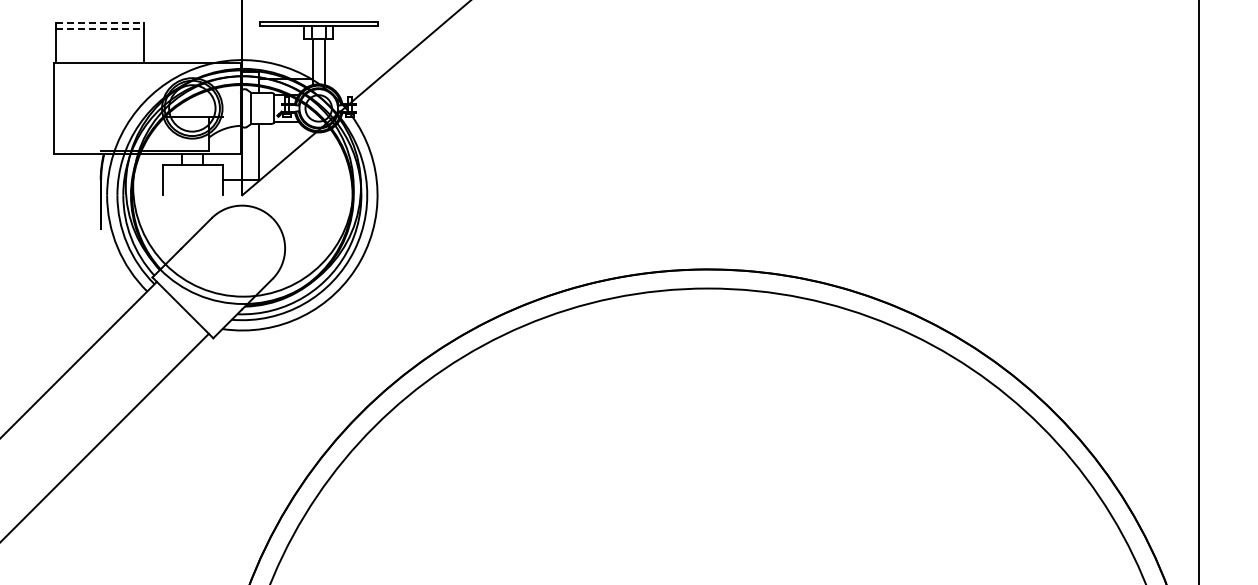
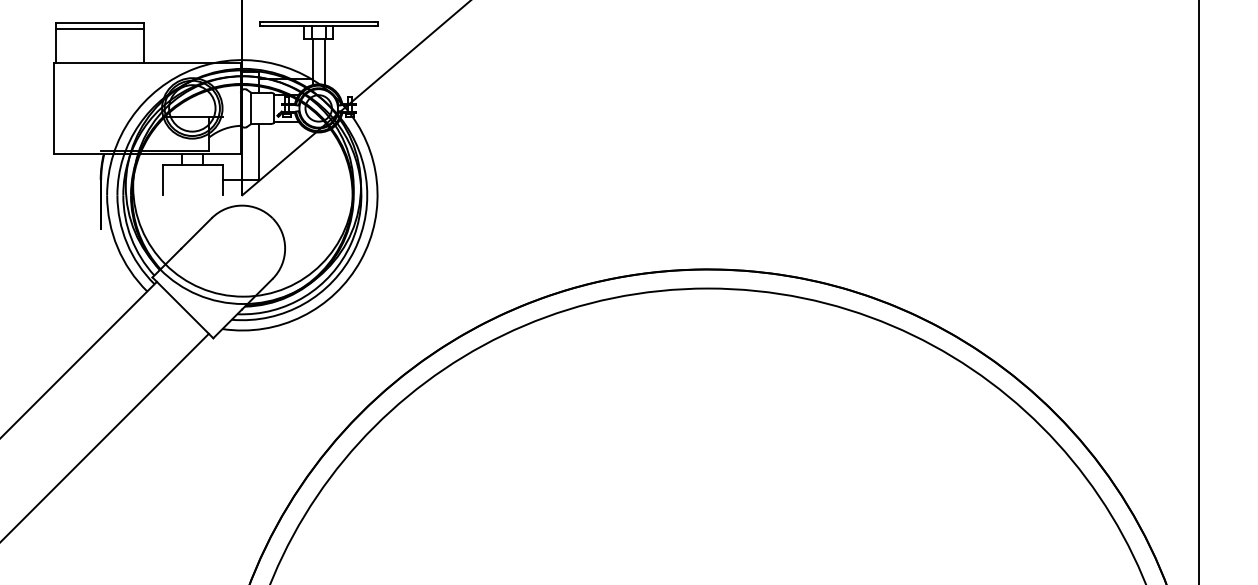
line at (100, 23): dashed -> solid
line at (100, 29): dashed -> solid
